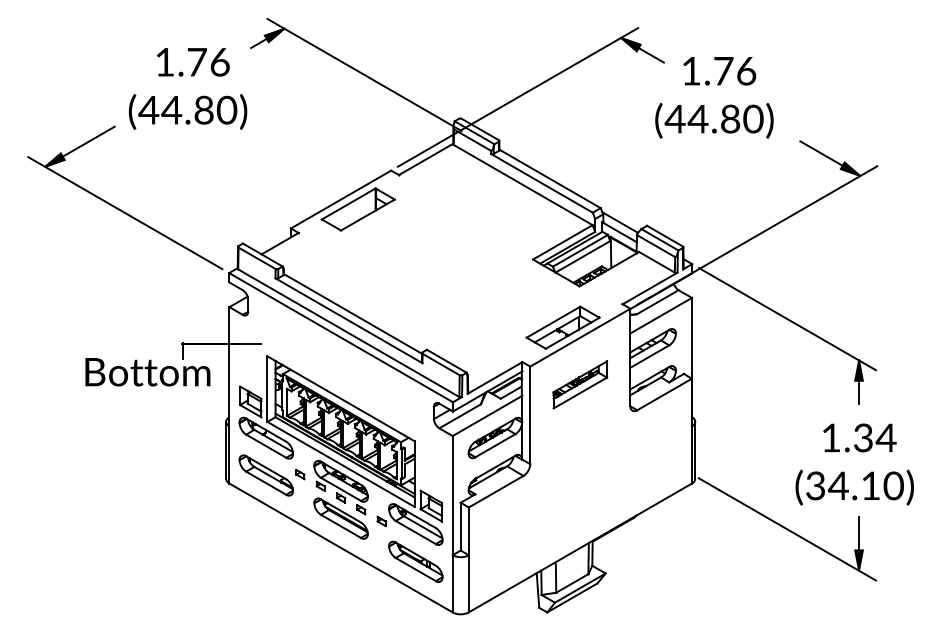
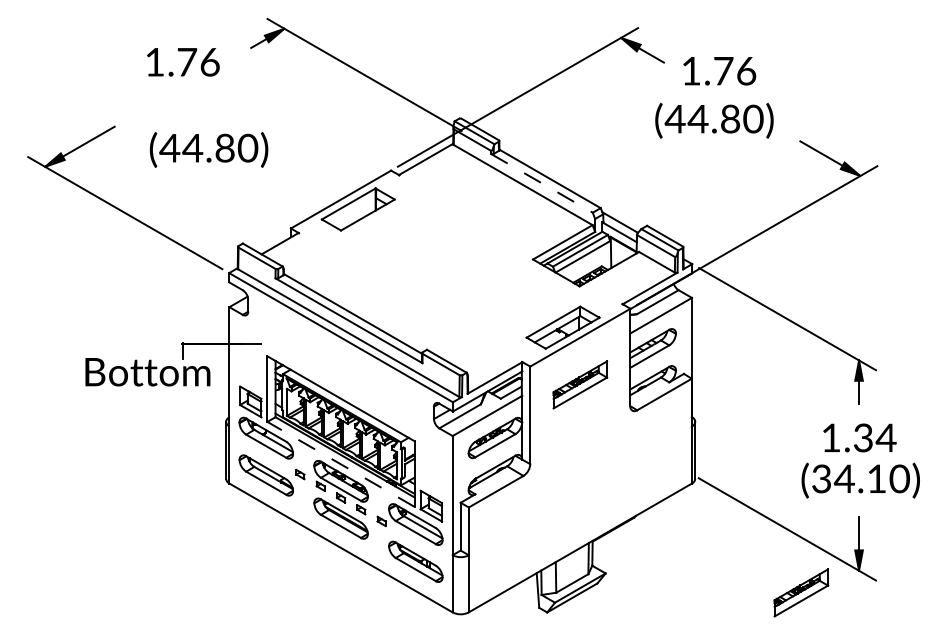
text at (193, 62) position: (193, 62) -> (183, 62)
text at (187, 111) position: (187, 111) -> (208, 149)
line at (541, 183): solid -> dashed
line at (340, 464): solid -> dashed
text at (854, 487) position: (854, 487) -> (860, 480)
part at (801, 592): none -> present
